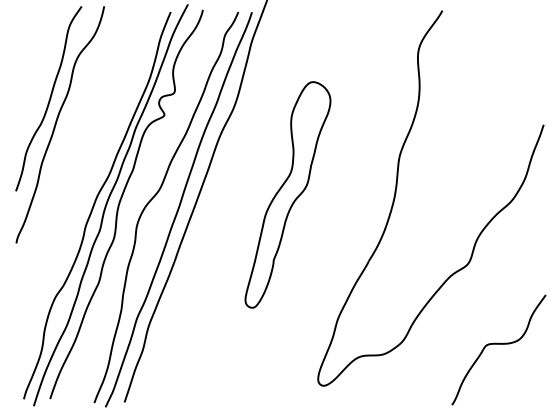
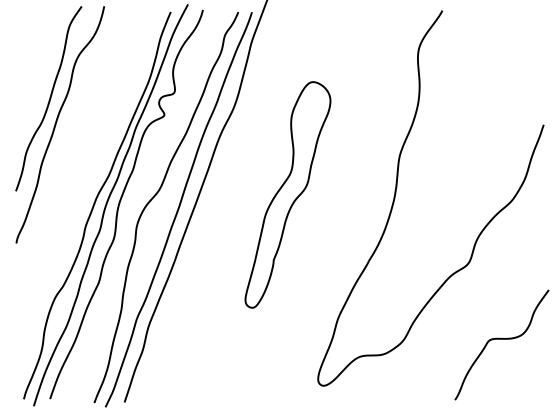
curve at (498, 344) position: (498, 344) -> (501, 339)
